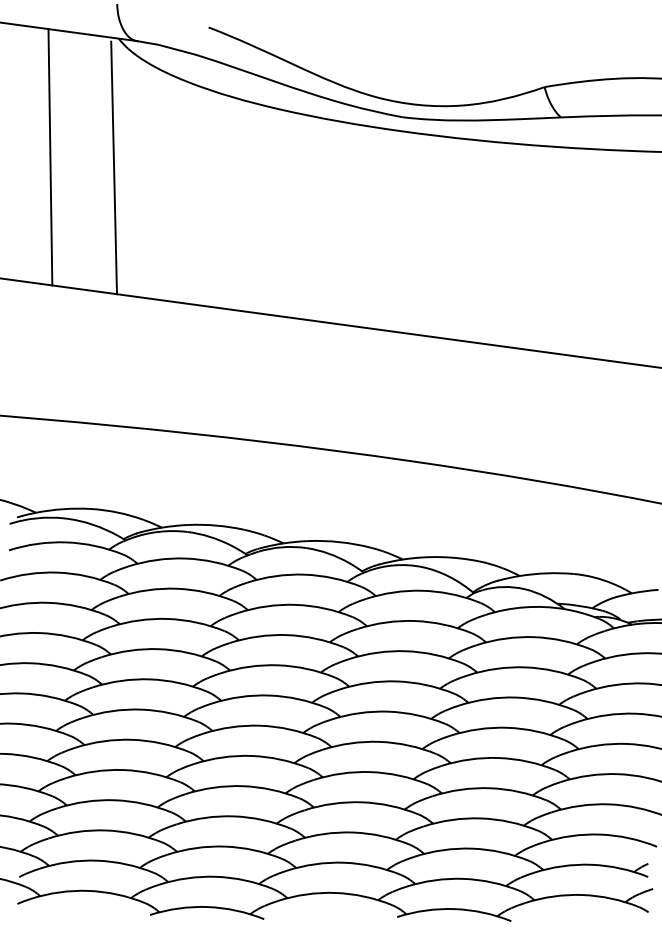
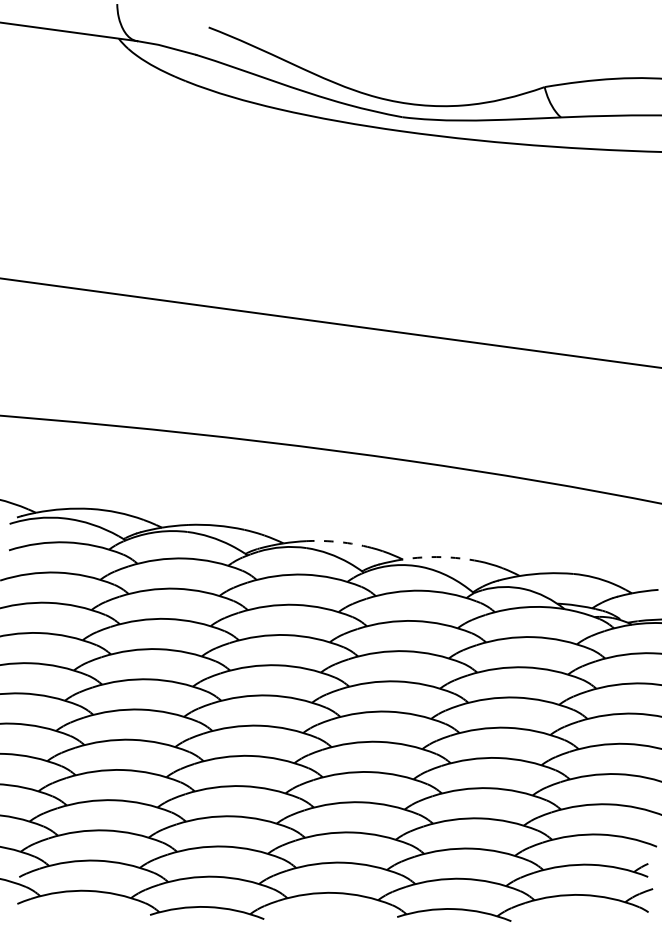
line at (50, 157): present -> none
line at (113, 167): present -> none
arc at (339, 542): solid -> dashed
arc at (441, 557): solid -> dashed
